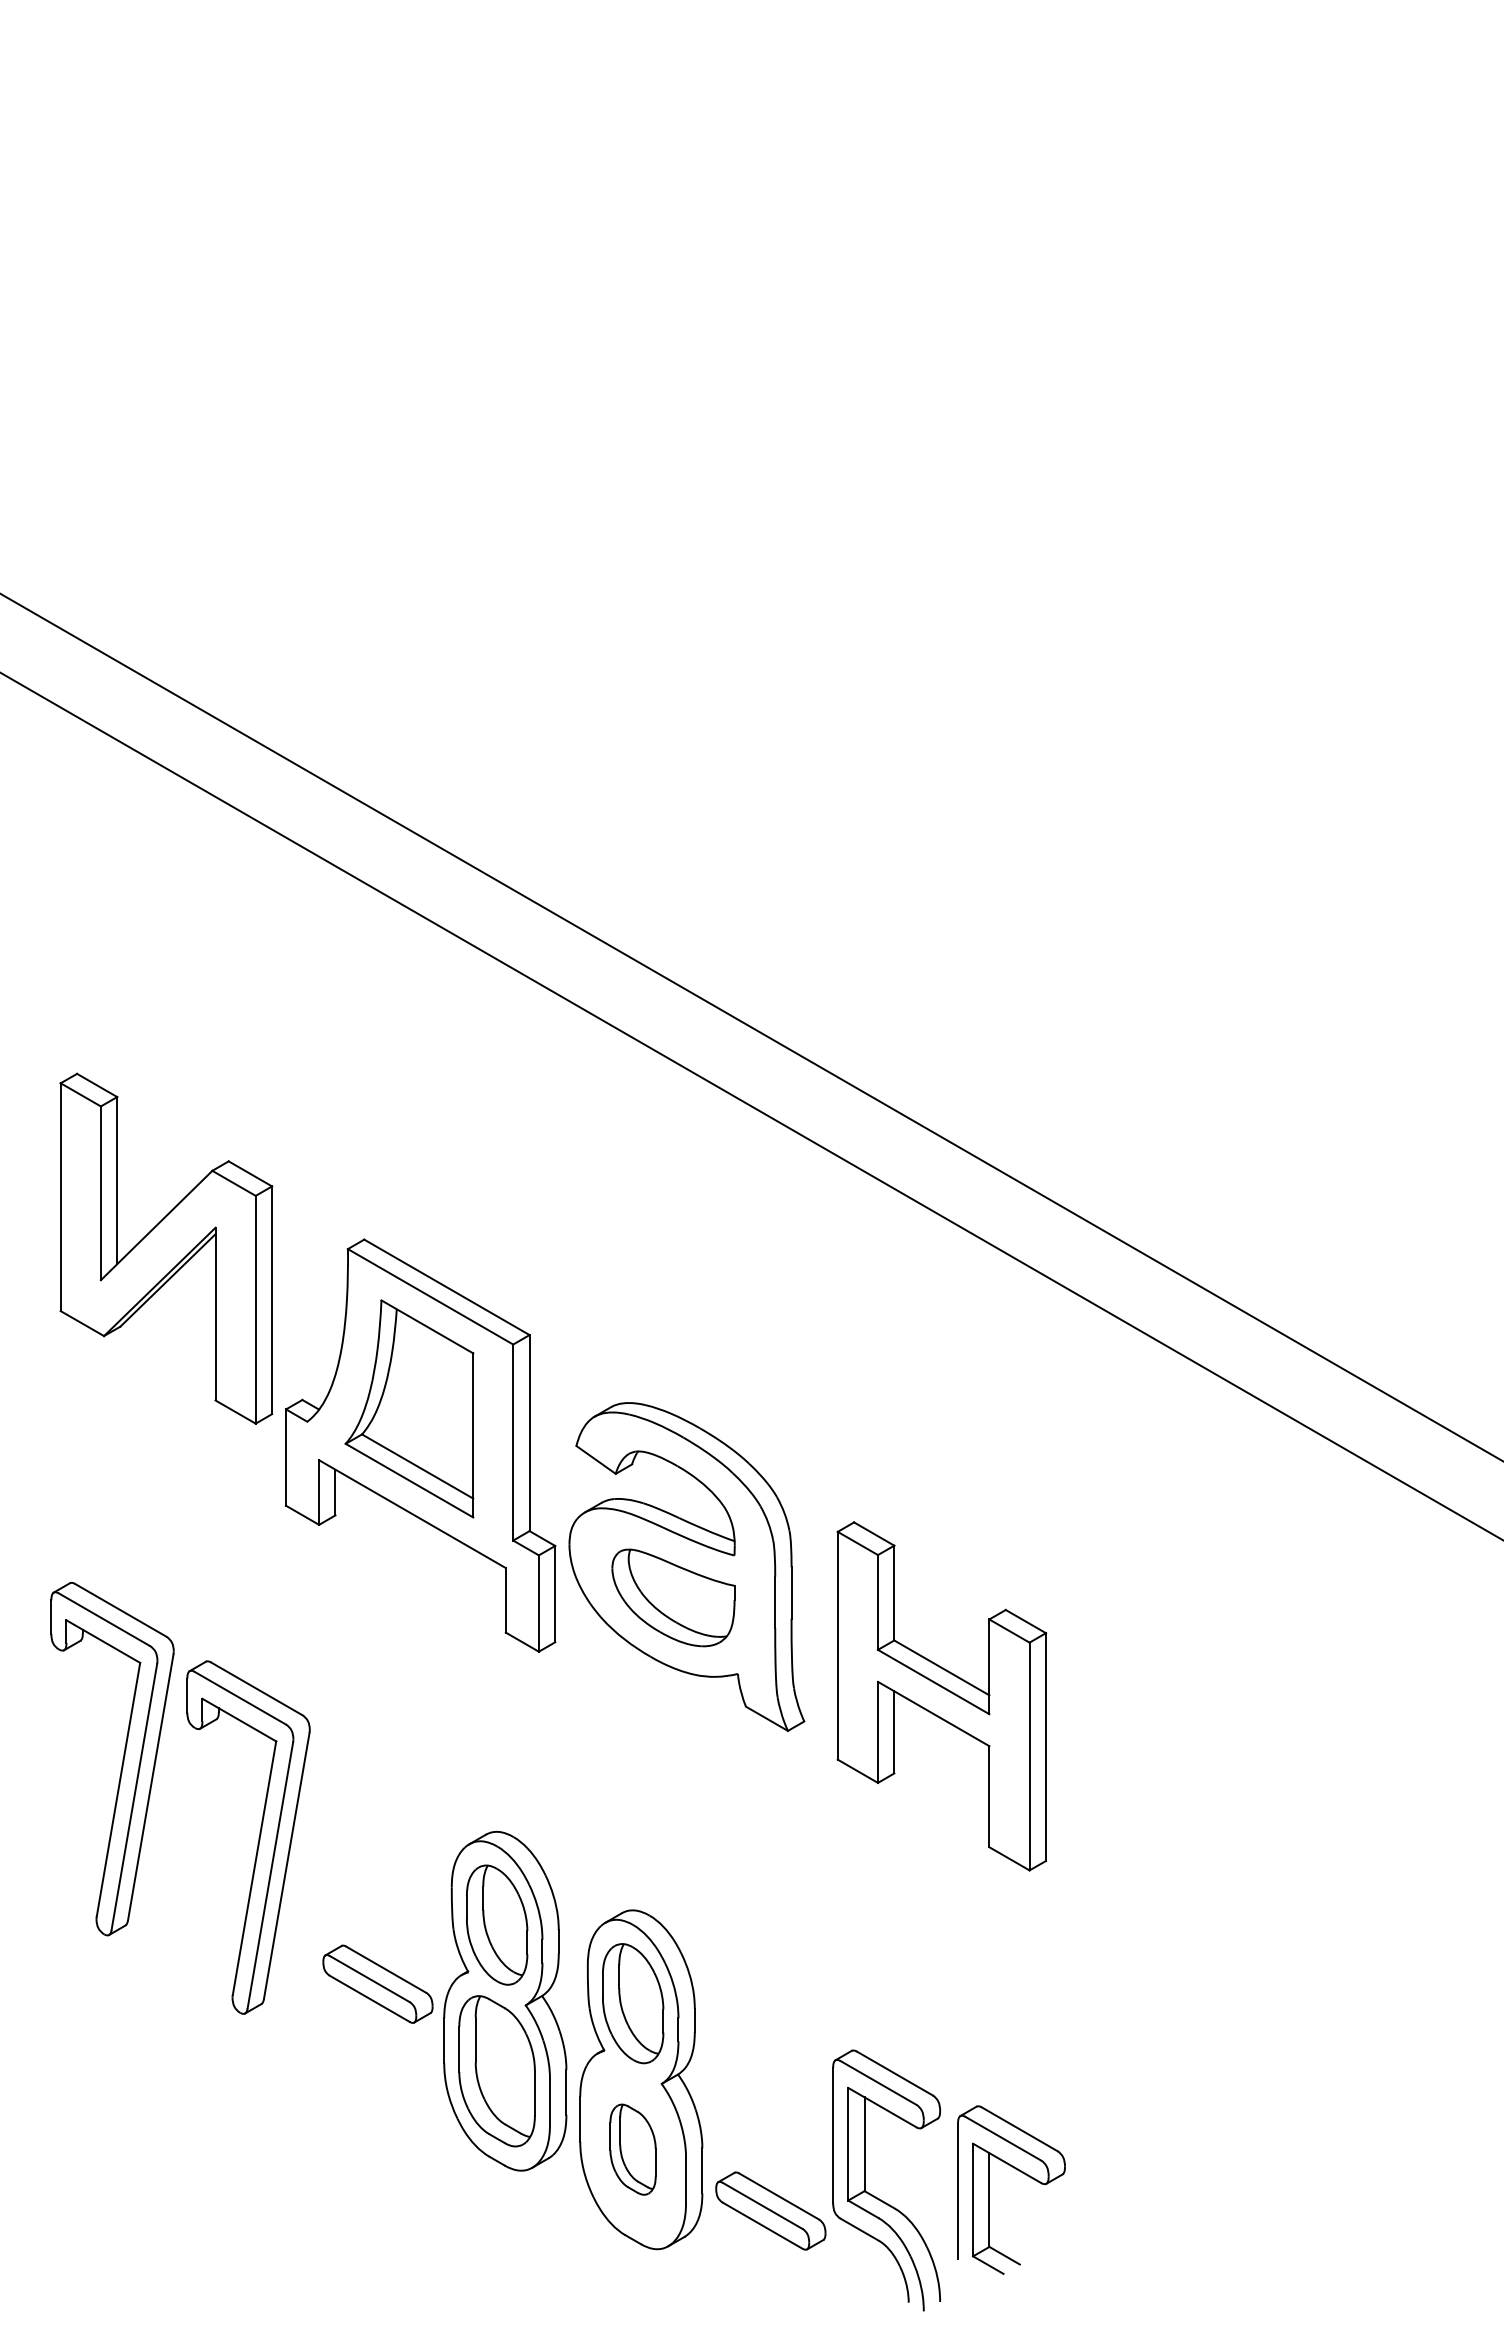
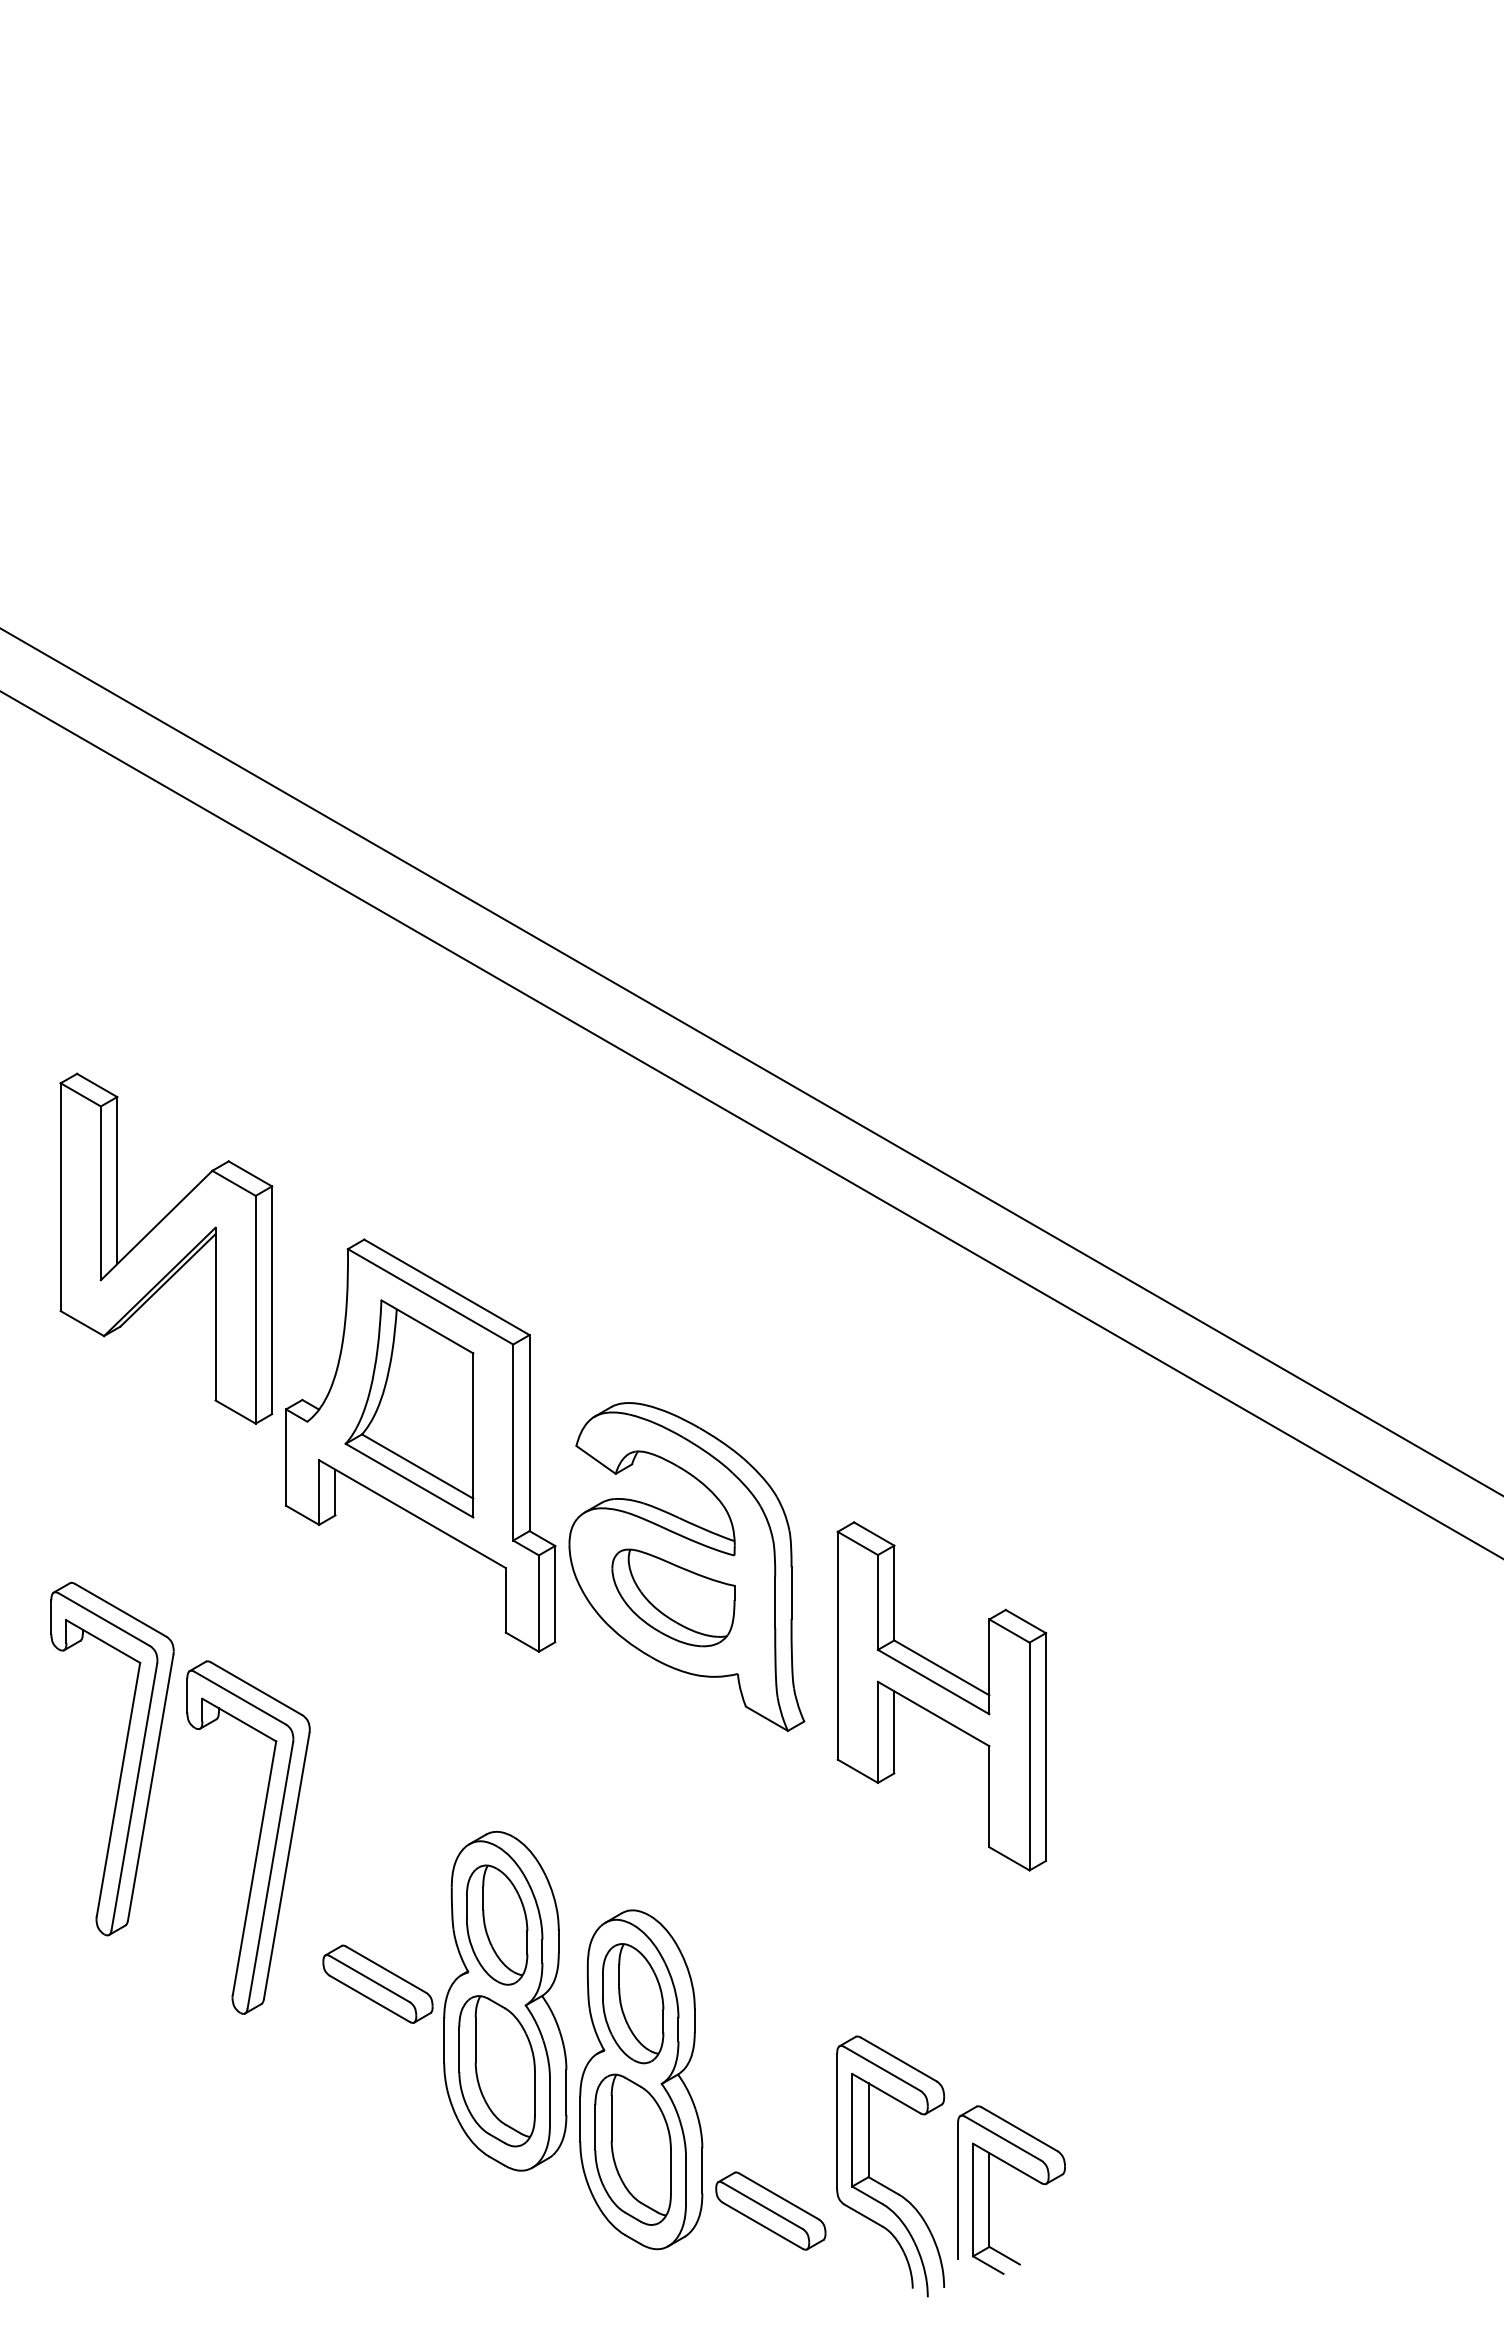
line at (751, 1027) position: (751, 1027) -> (751, 1061)
line at (751, 1106) position: (751, 1106) -> (751, 1124)
part at (632, 2149) size: 48x93 px -> 78x153 px
part at (876, 2196) position: (876, 2196) -> (880, 2182)
